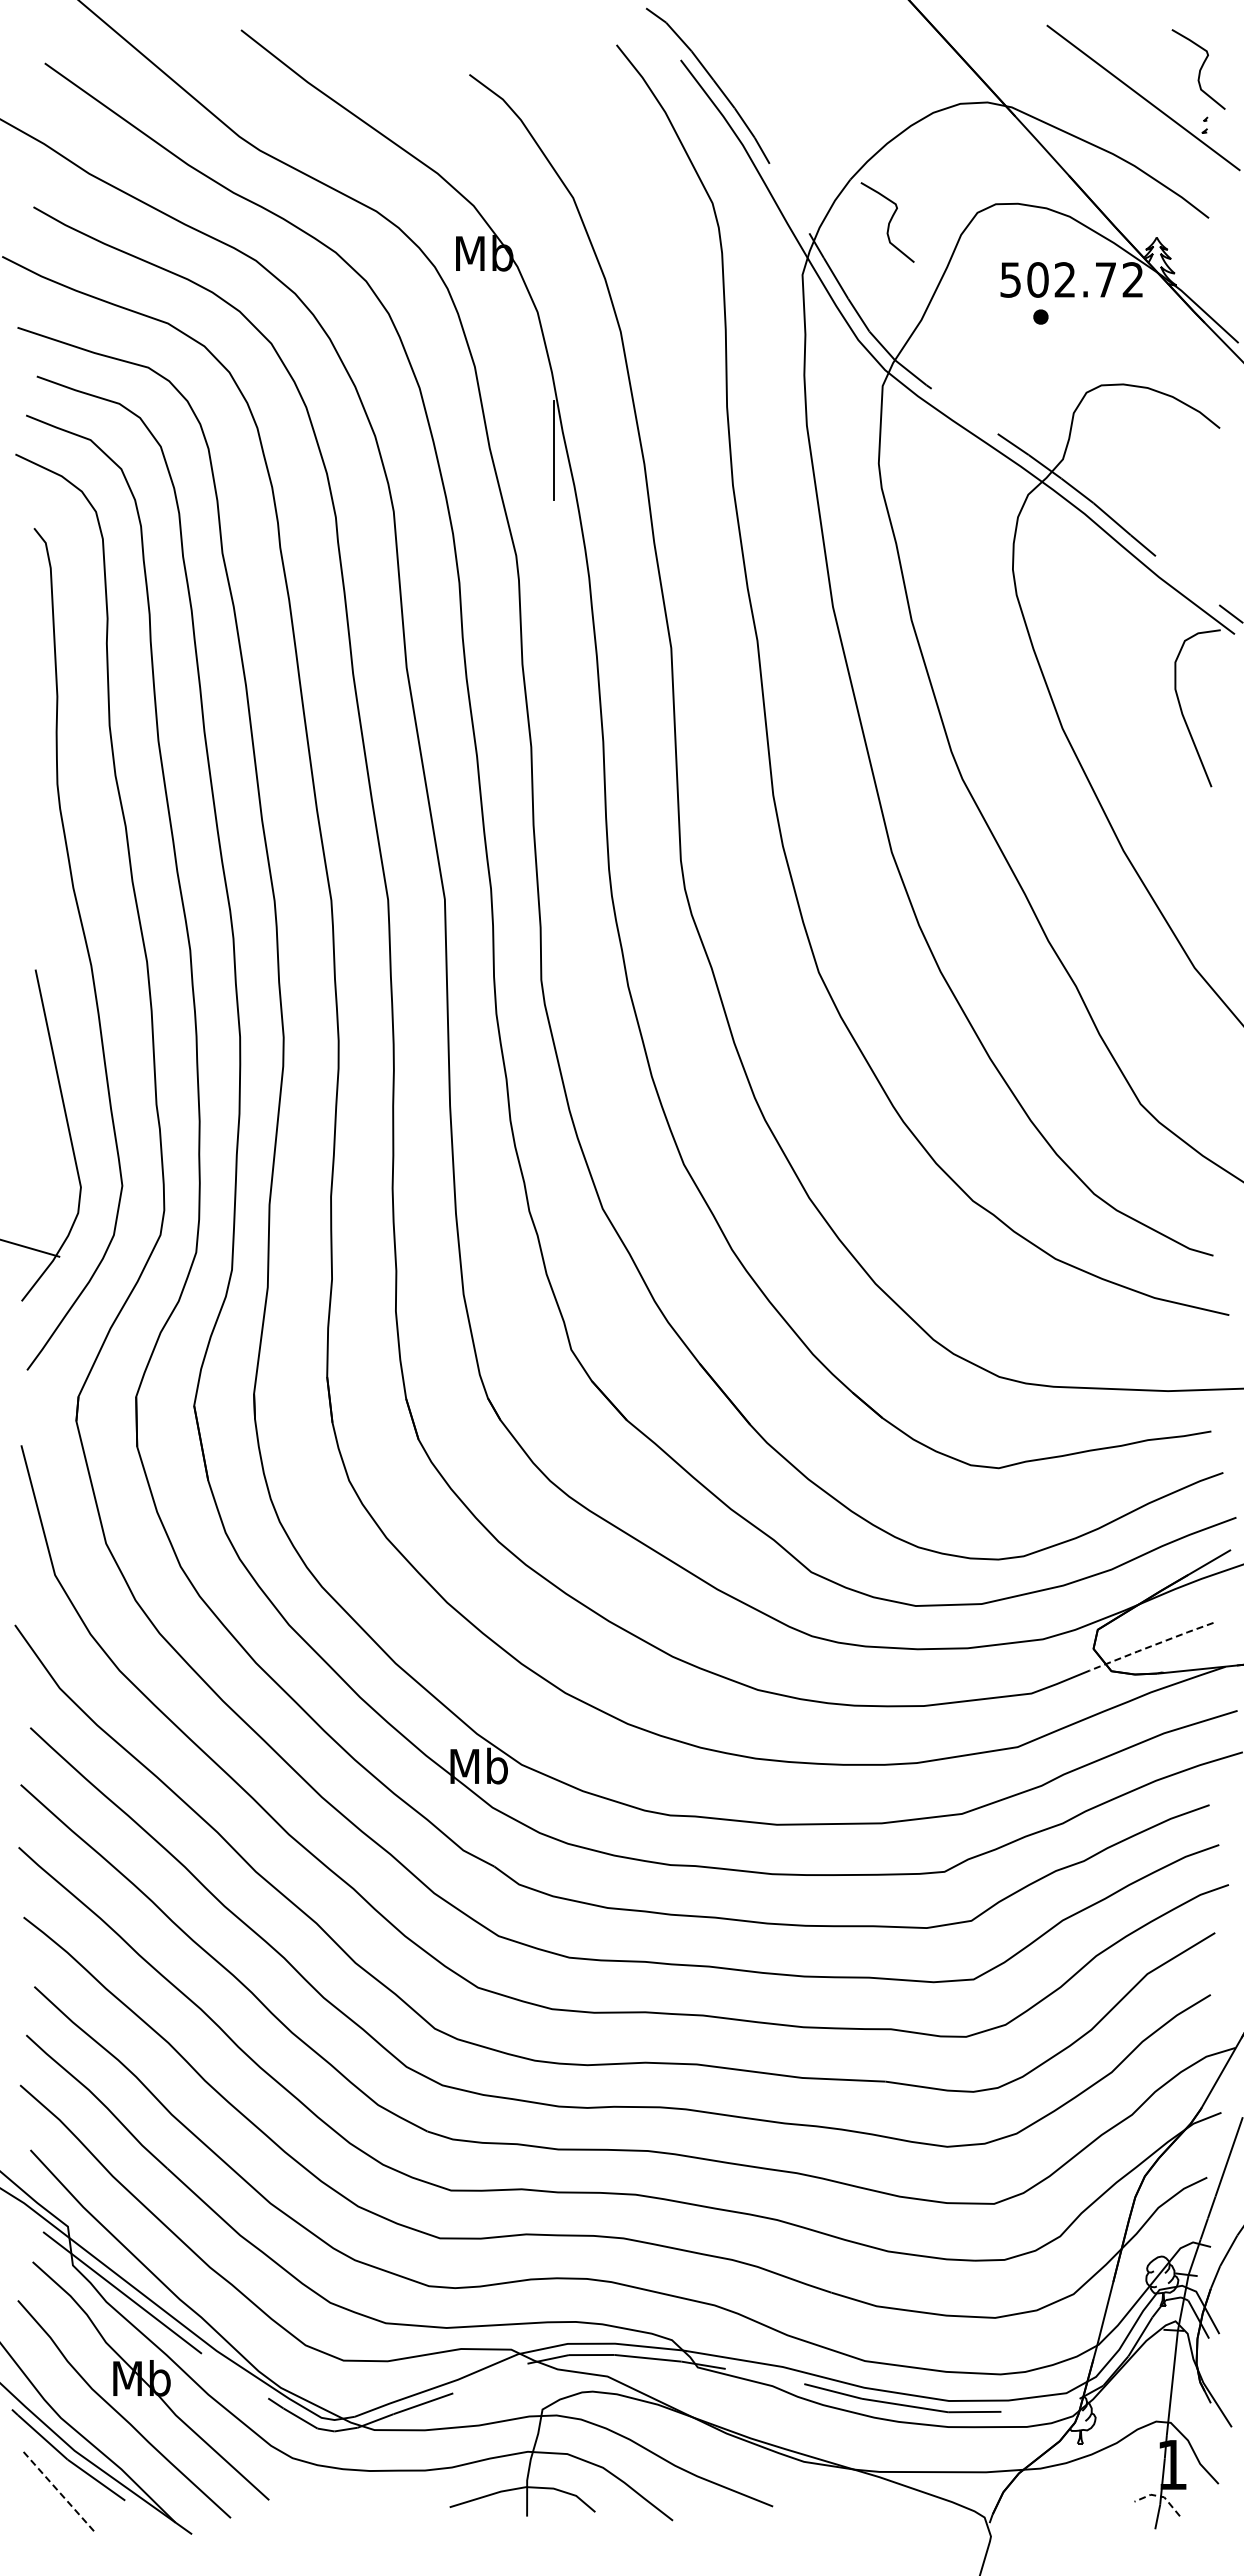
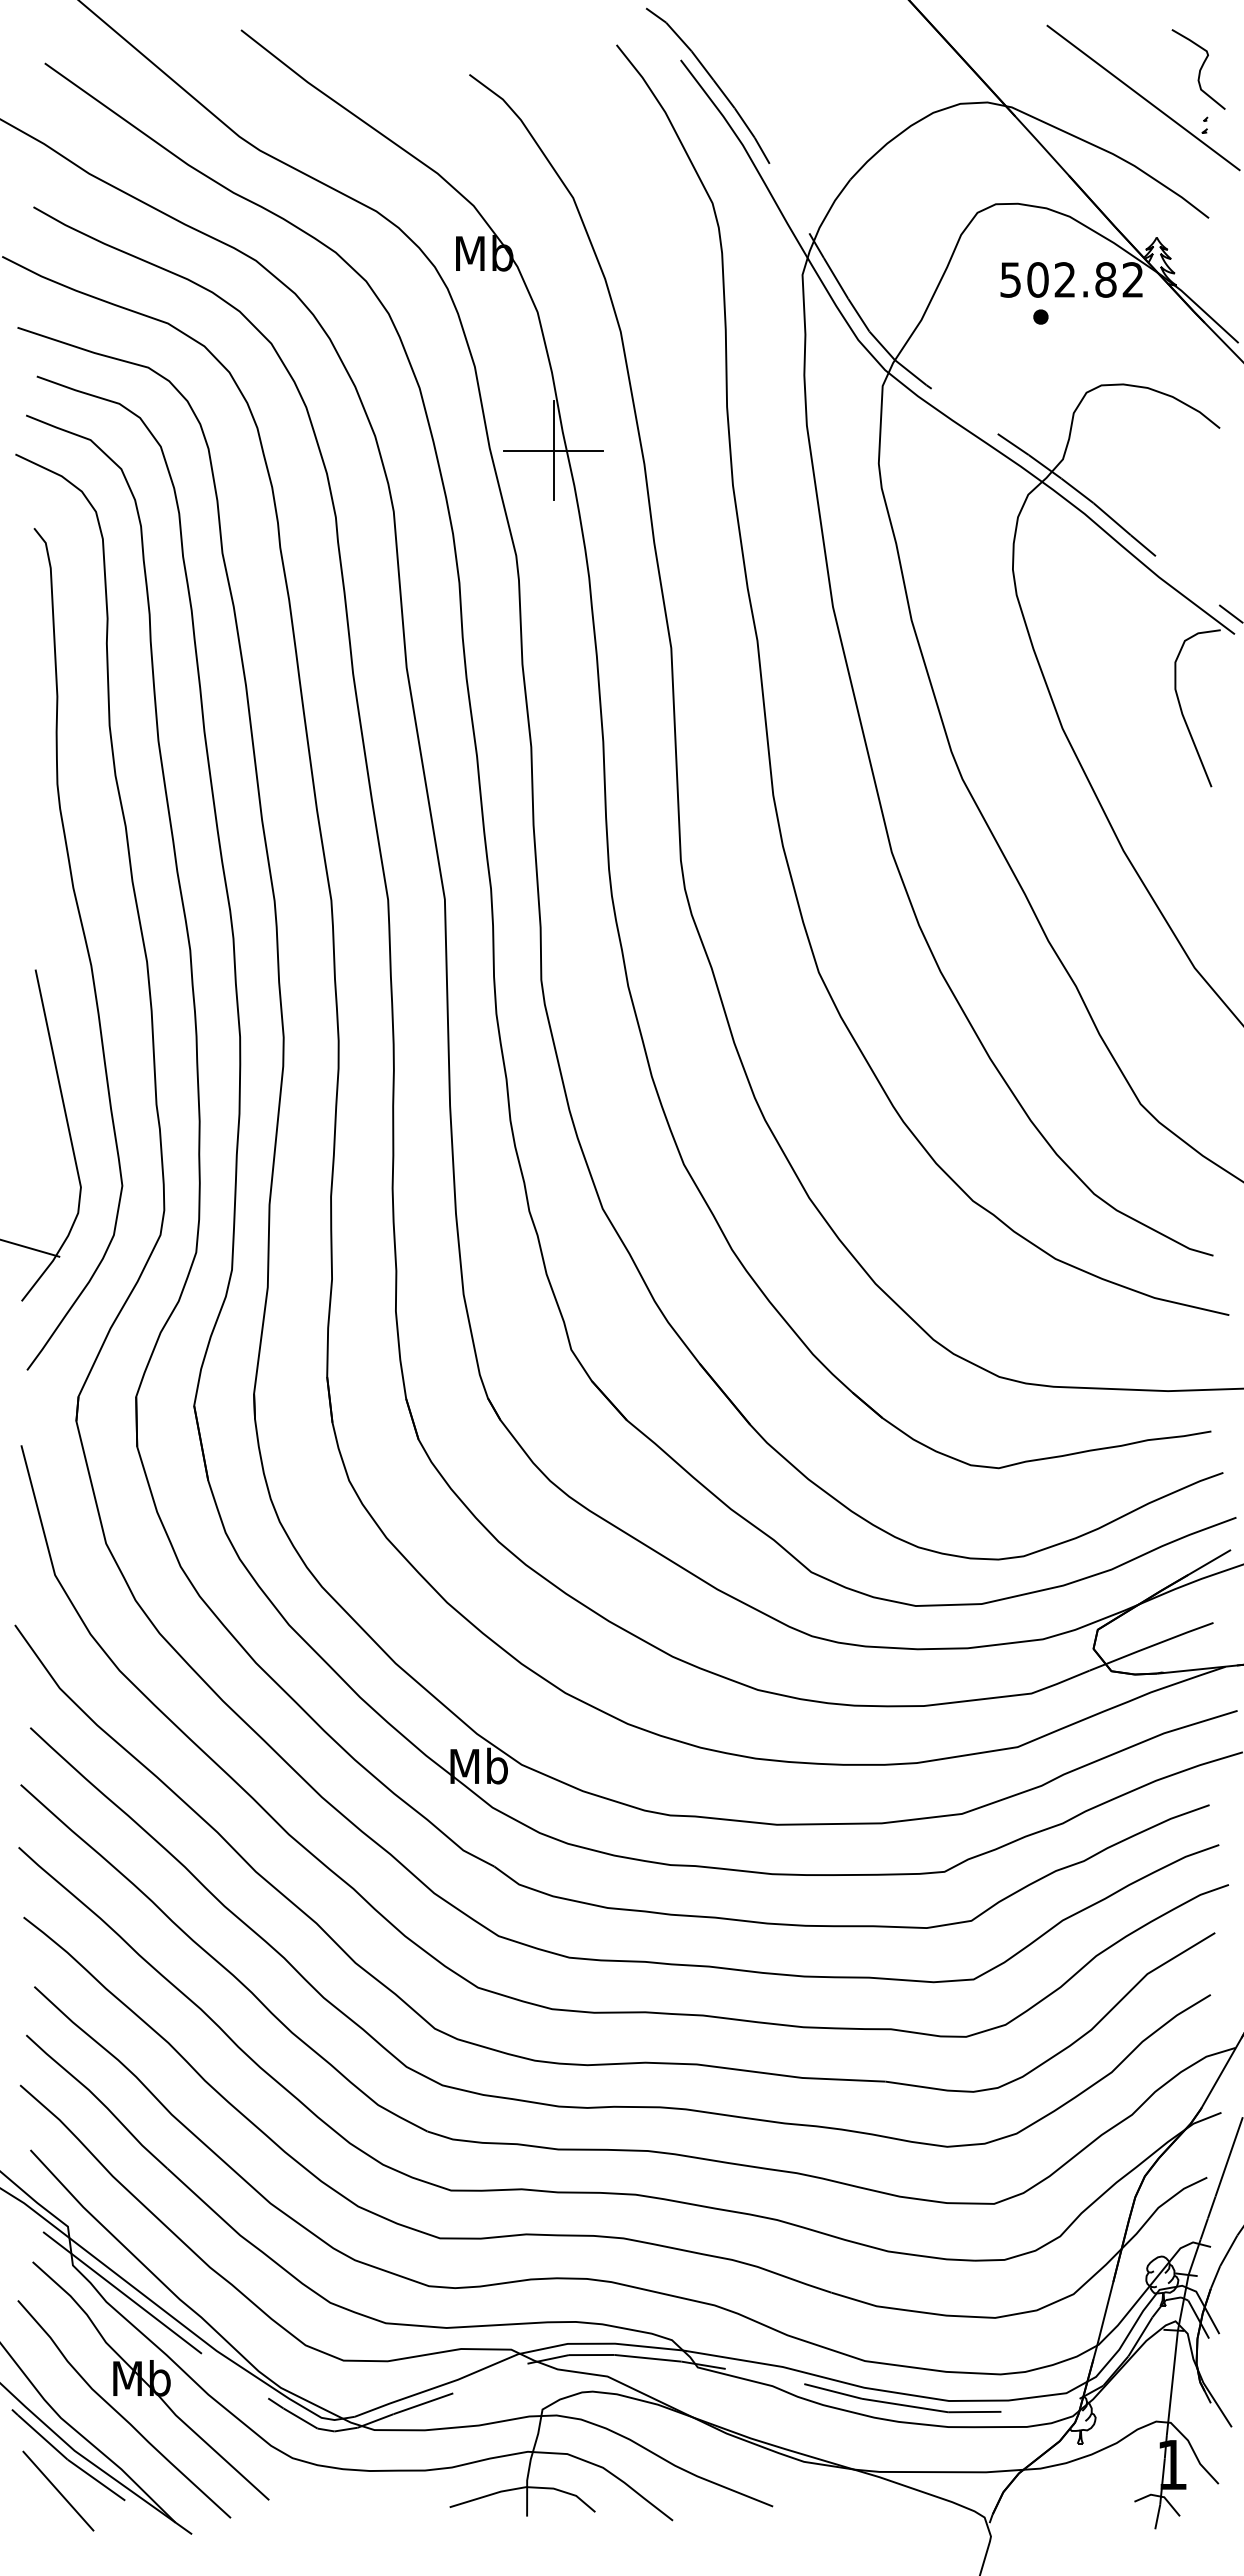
curve at (888, 222): present -> none
text at (1105, 279): 502.72 -> 502.82
line at (553, 450): none -> present
line at (1151, 1646): dashed -> solid
line at (58, 2491): dashed -> solid
line at (1160, 2496): dashed -> solid
